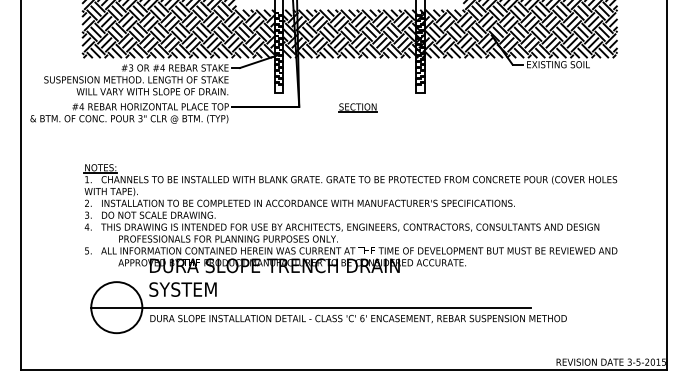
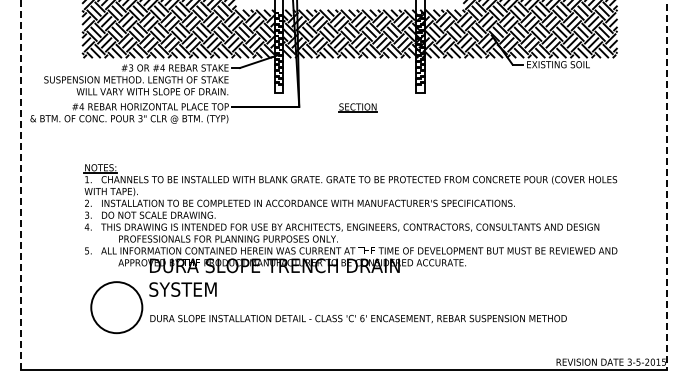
line at (20, 184): solid -> dashed
line at (667, 184): solid -> dashed
line at (310, 307): present -> none
